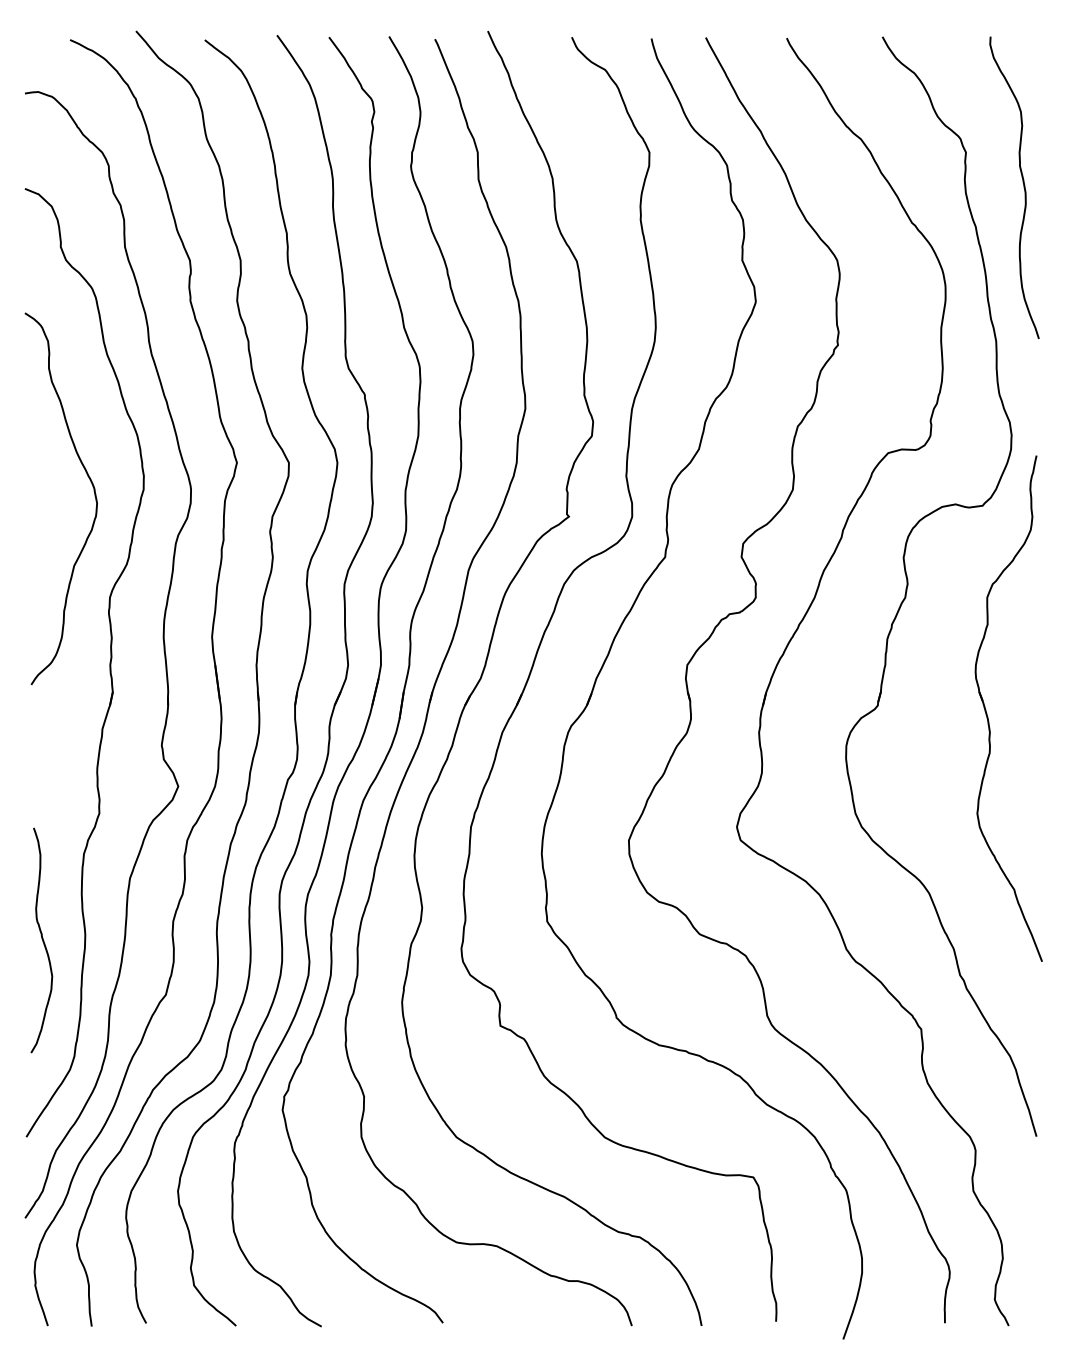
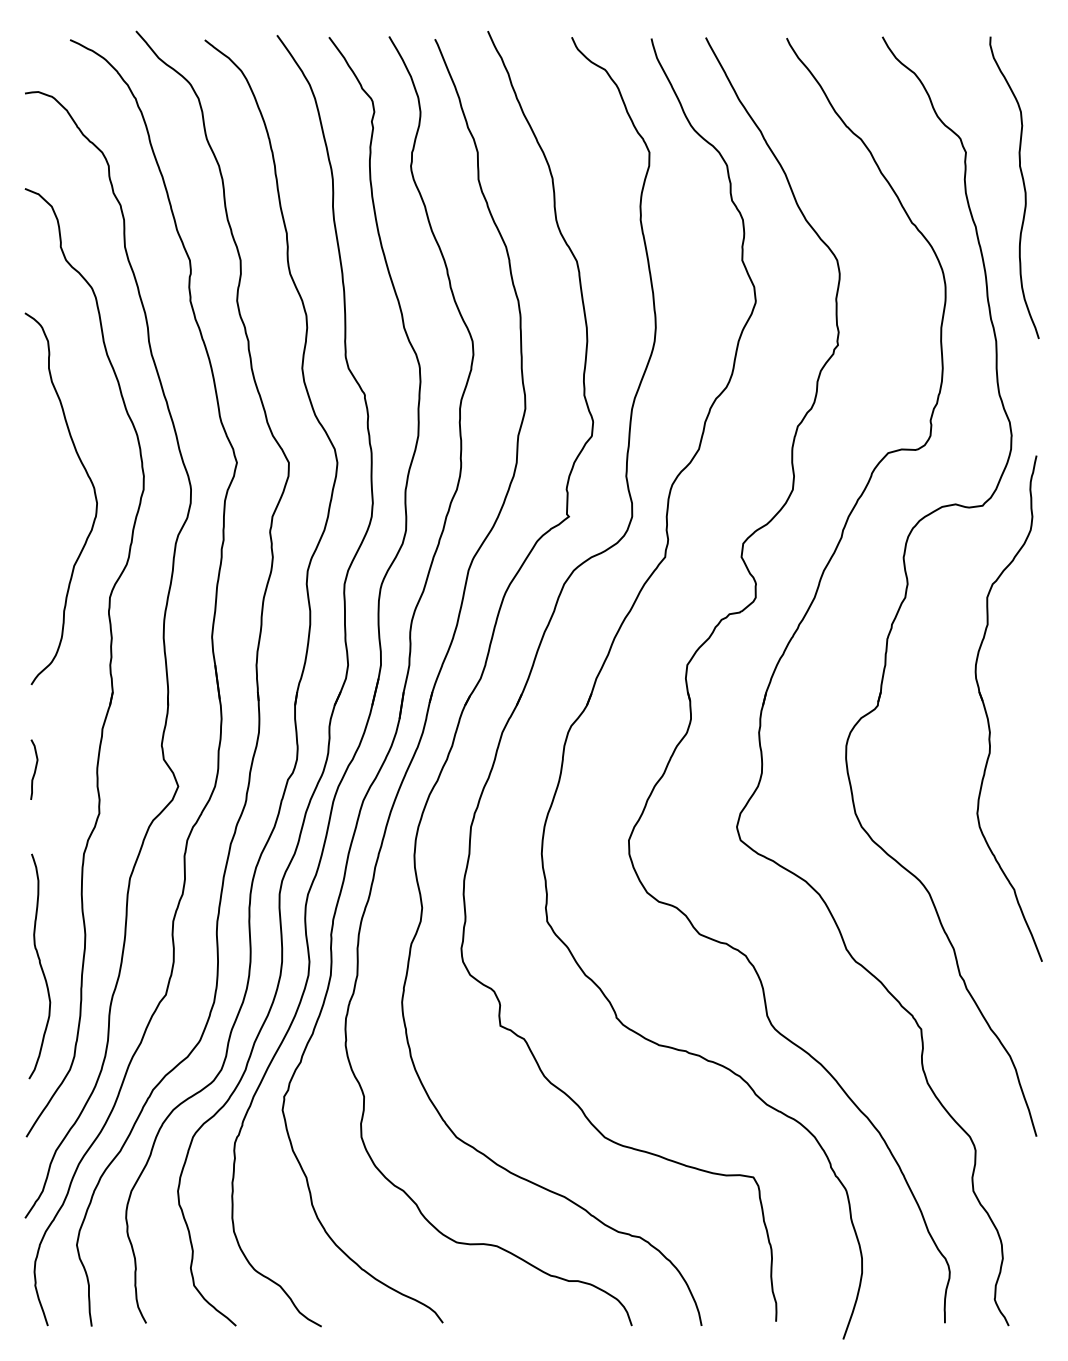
curve at (34, 769): none -> present
curve at (41, 939) position: (41, 939) -> (39, 965)
